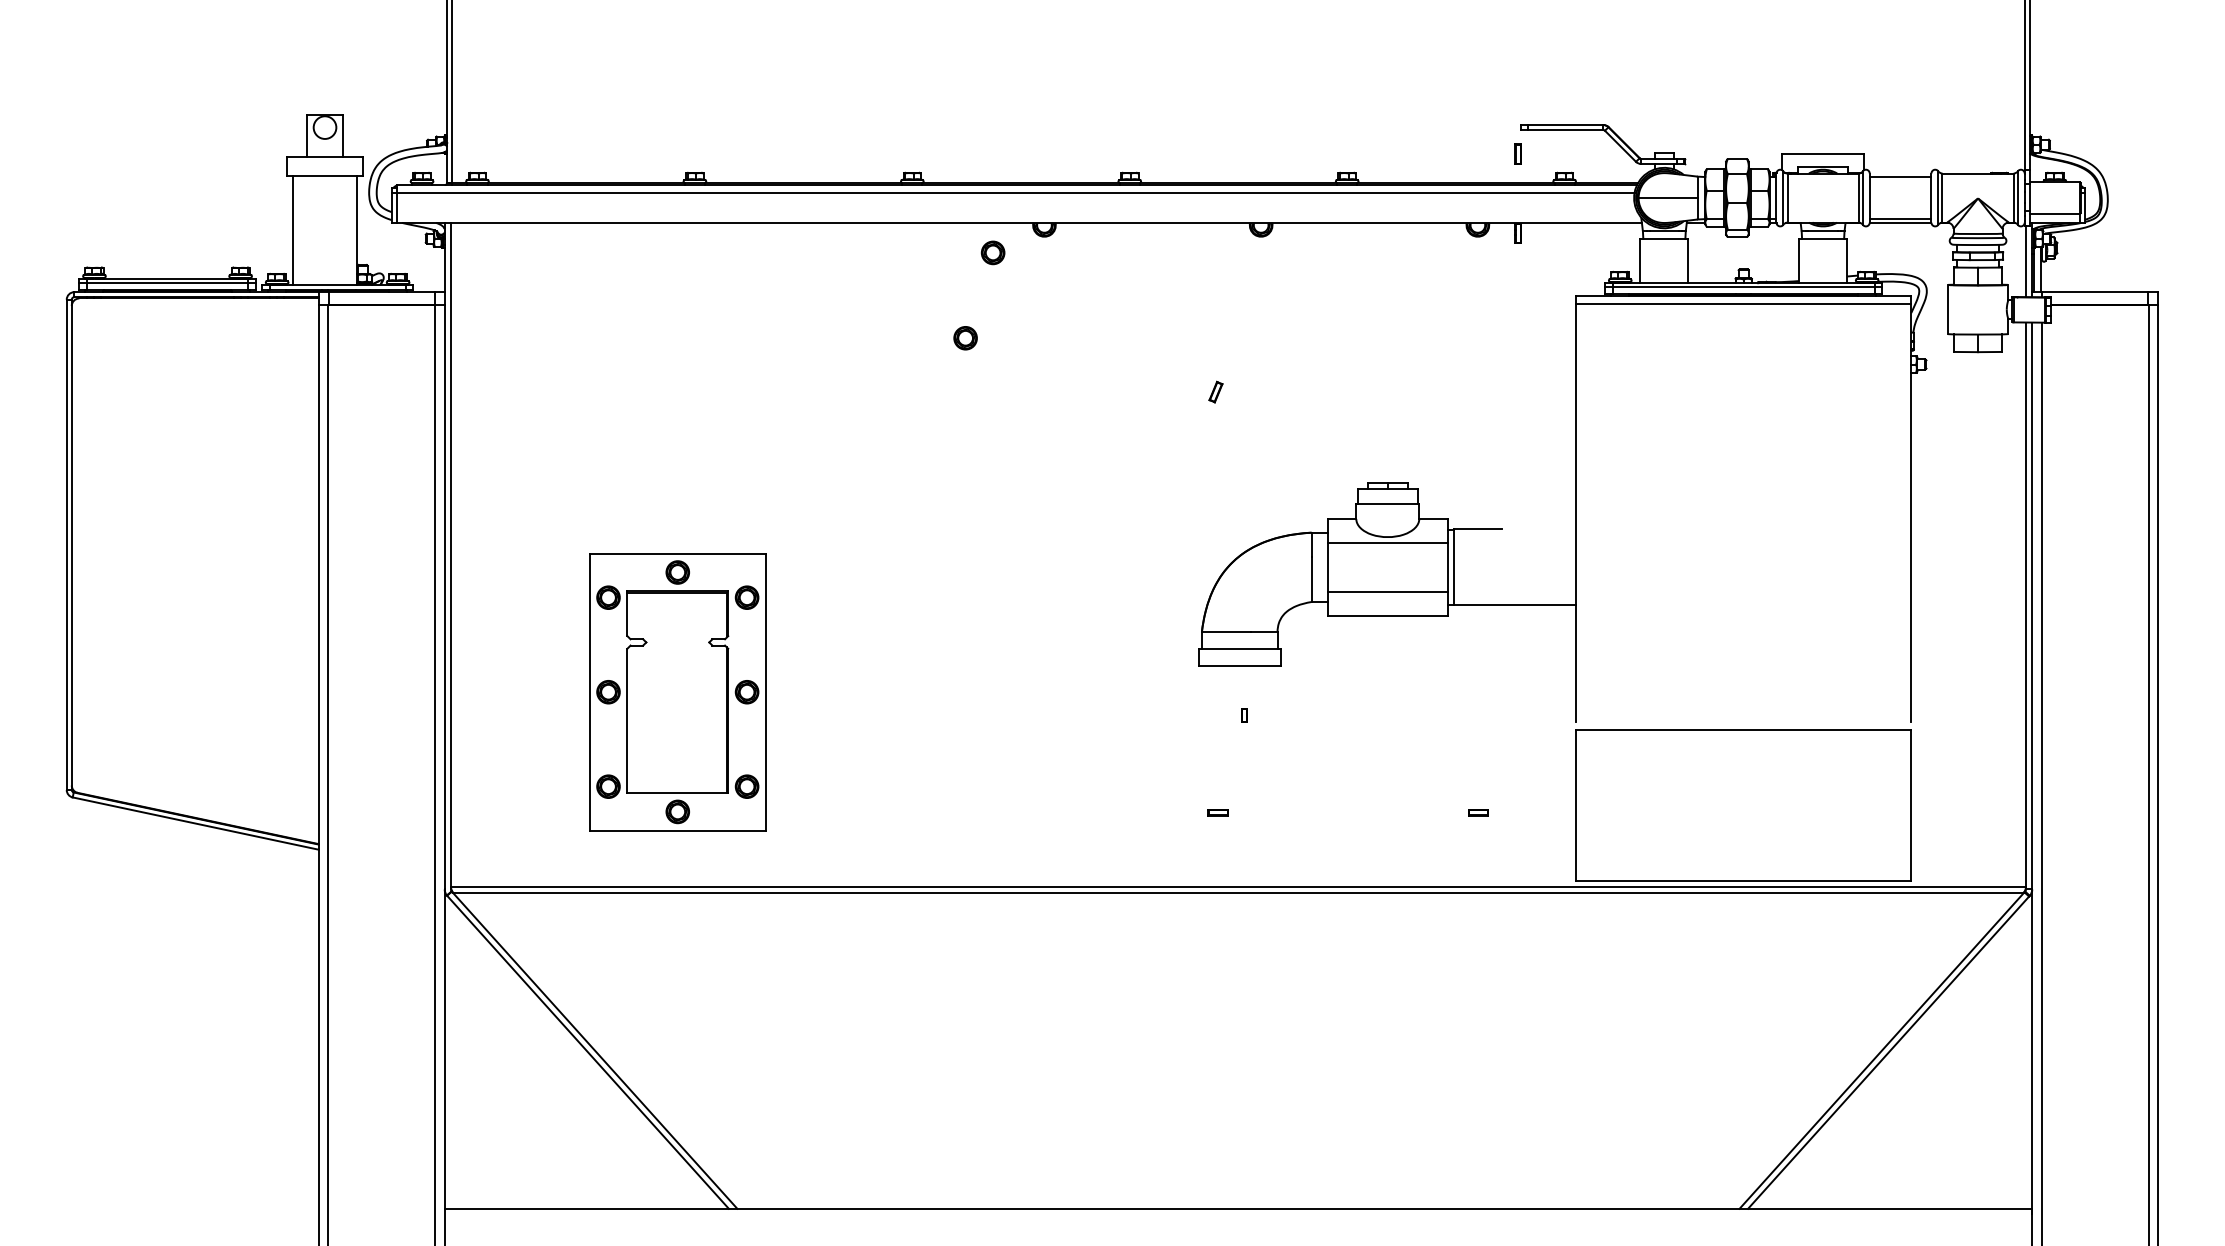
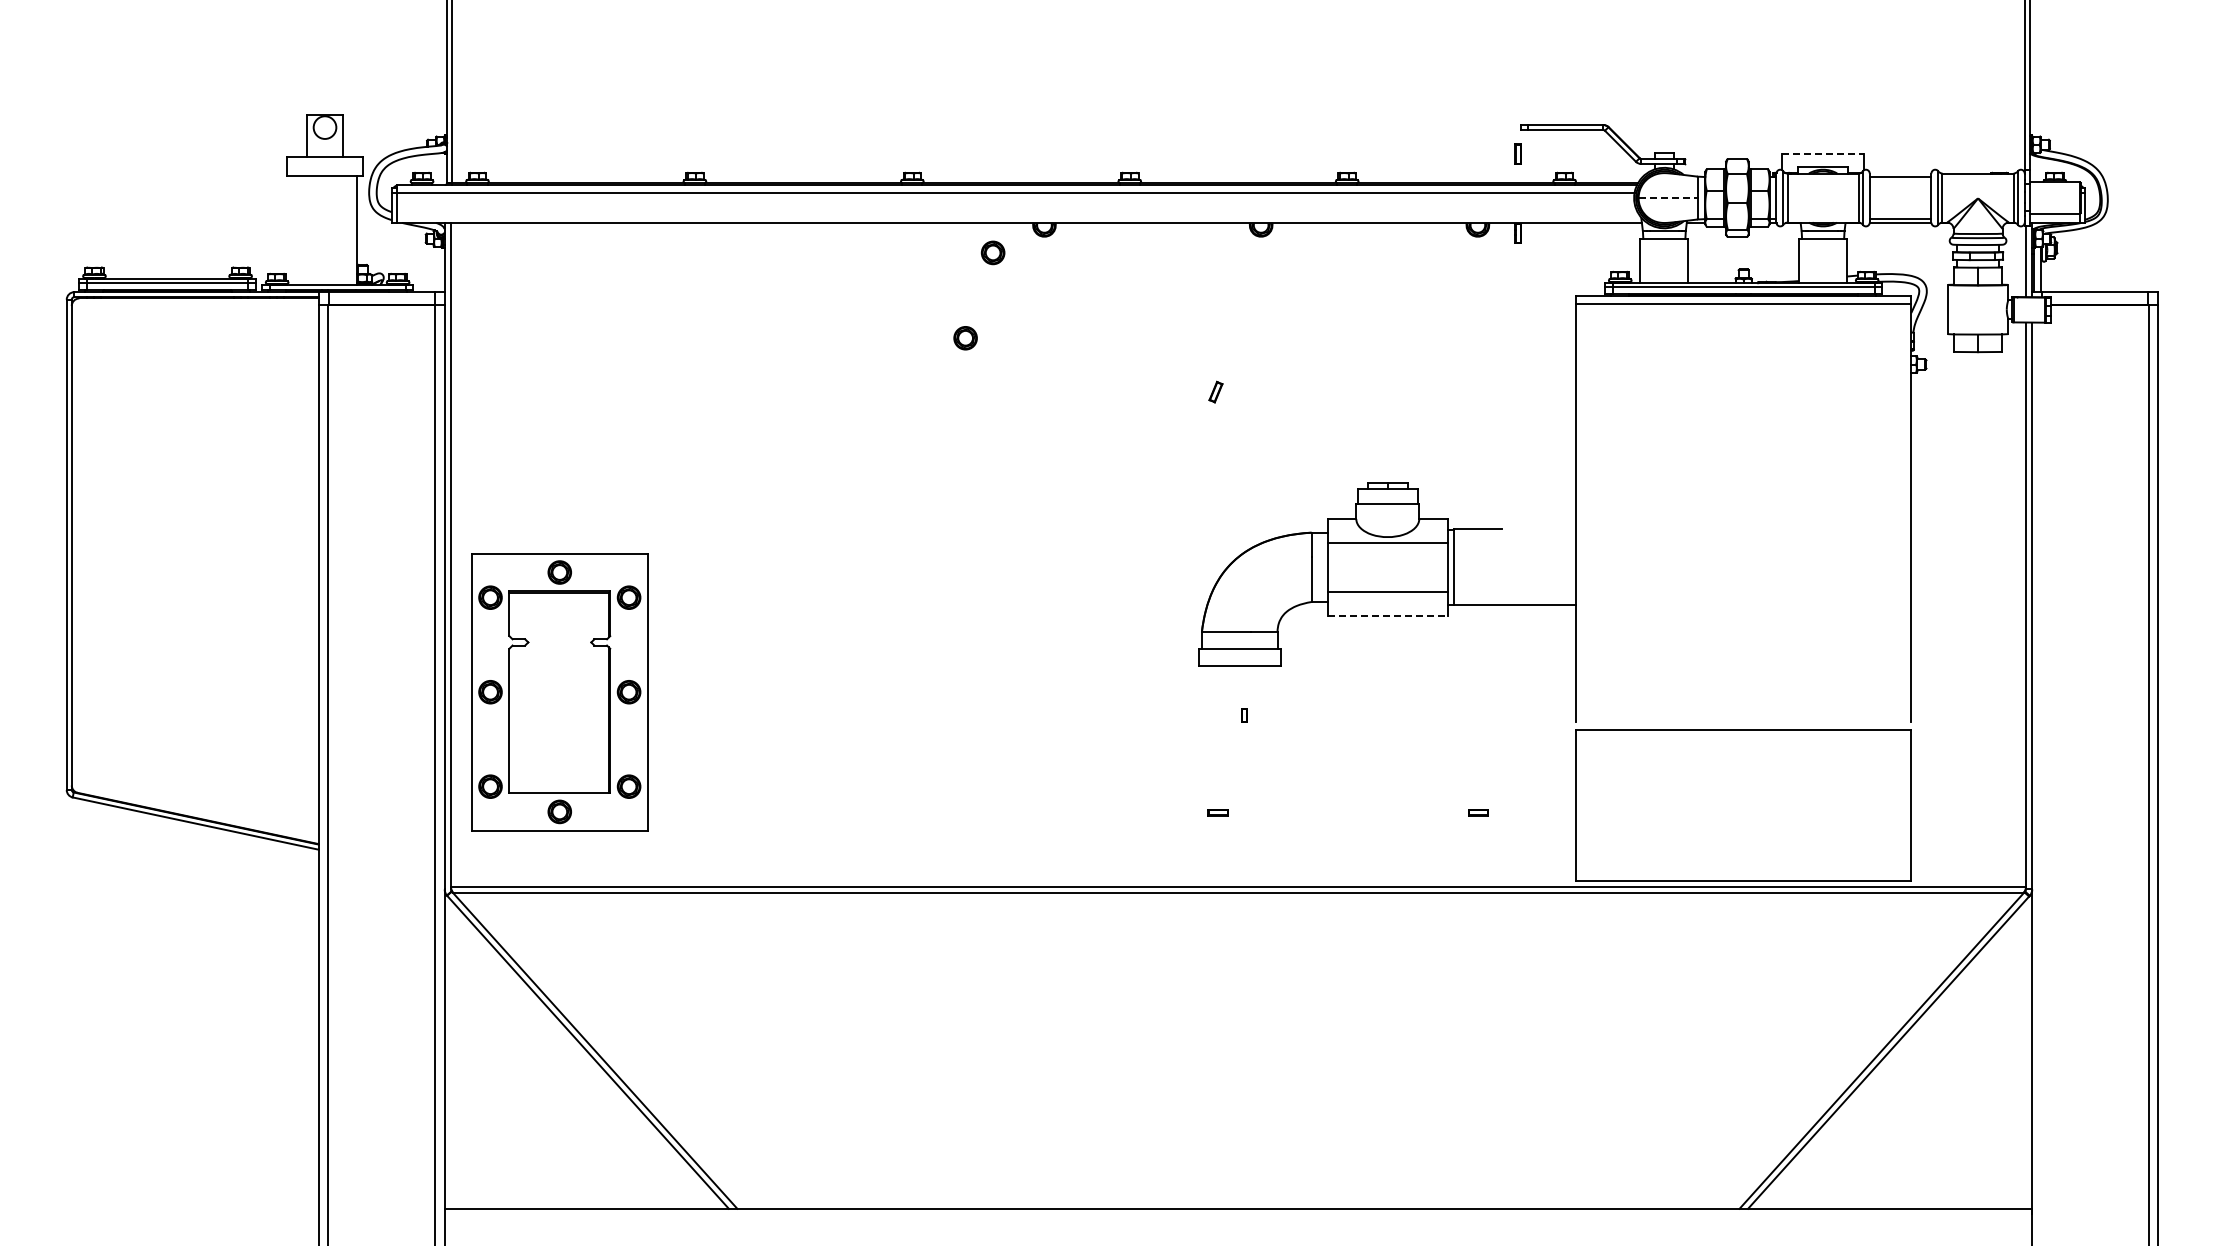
line at (1823, 153): solid -> dashed
line at (1668, 198): solid -> dashed
line at (292, 230): present -> none
line at (1387, 615): solid -> dashed
part at (677, 692) position: (677, 692) -> (559, 692)
line at (2041, 782): present -> none
